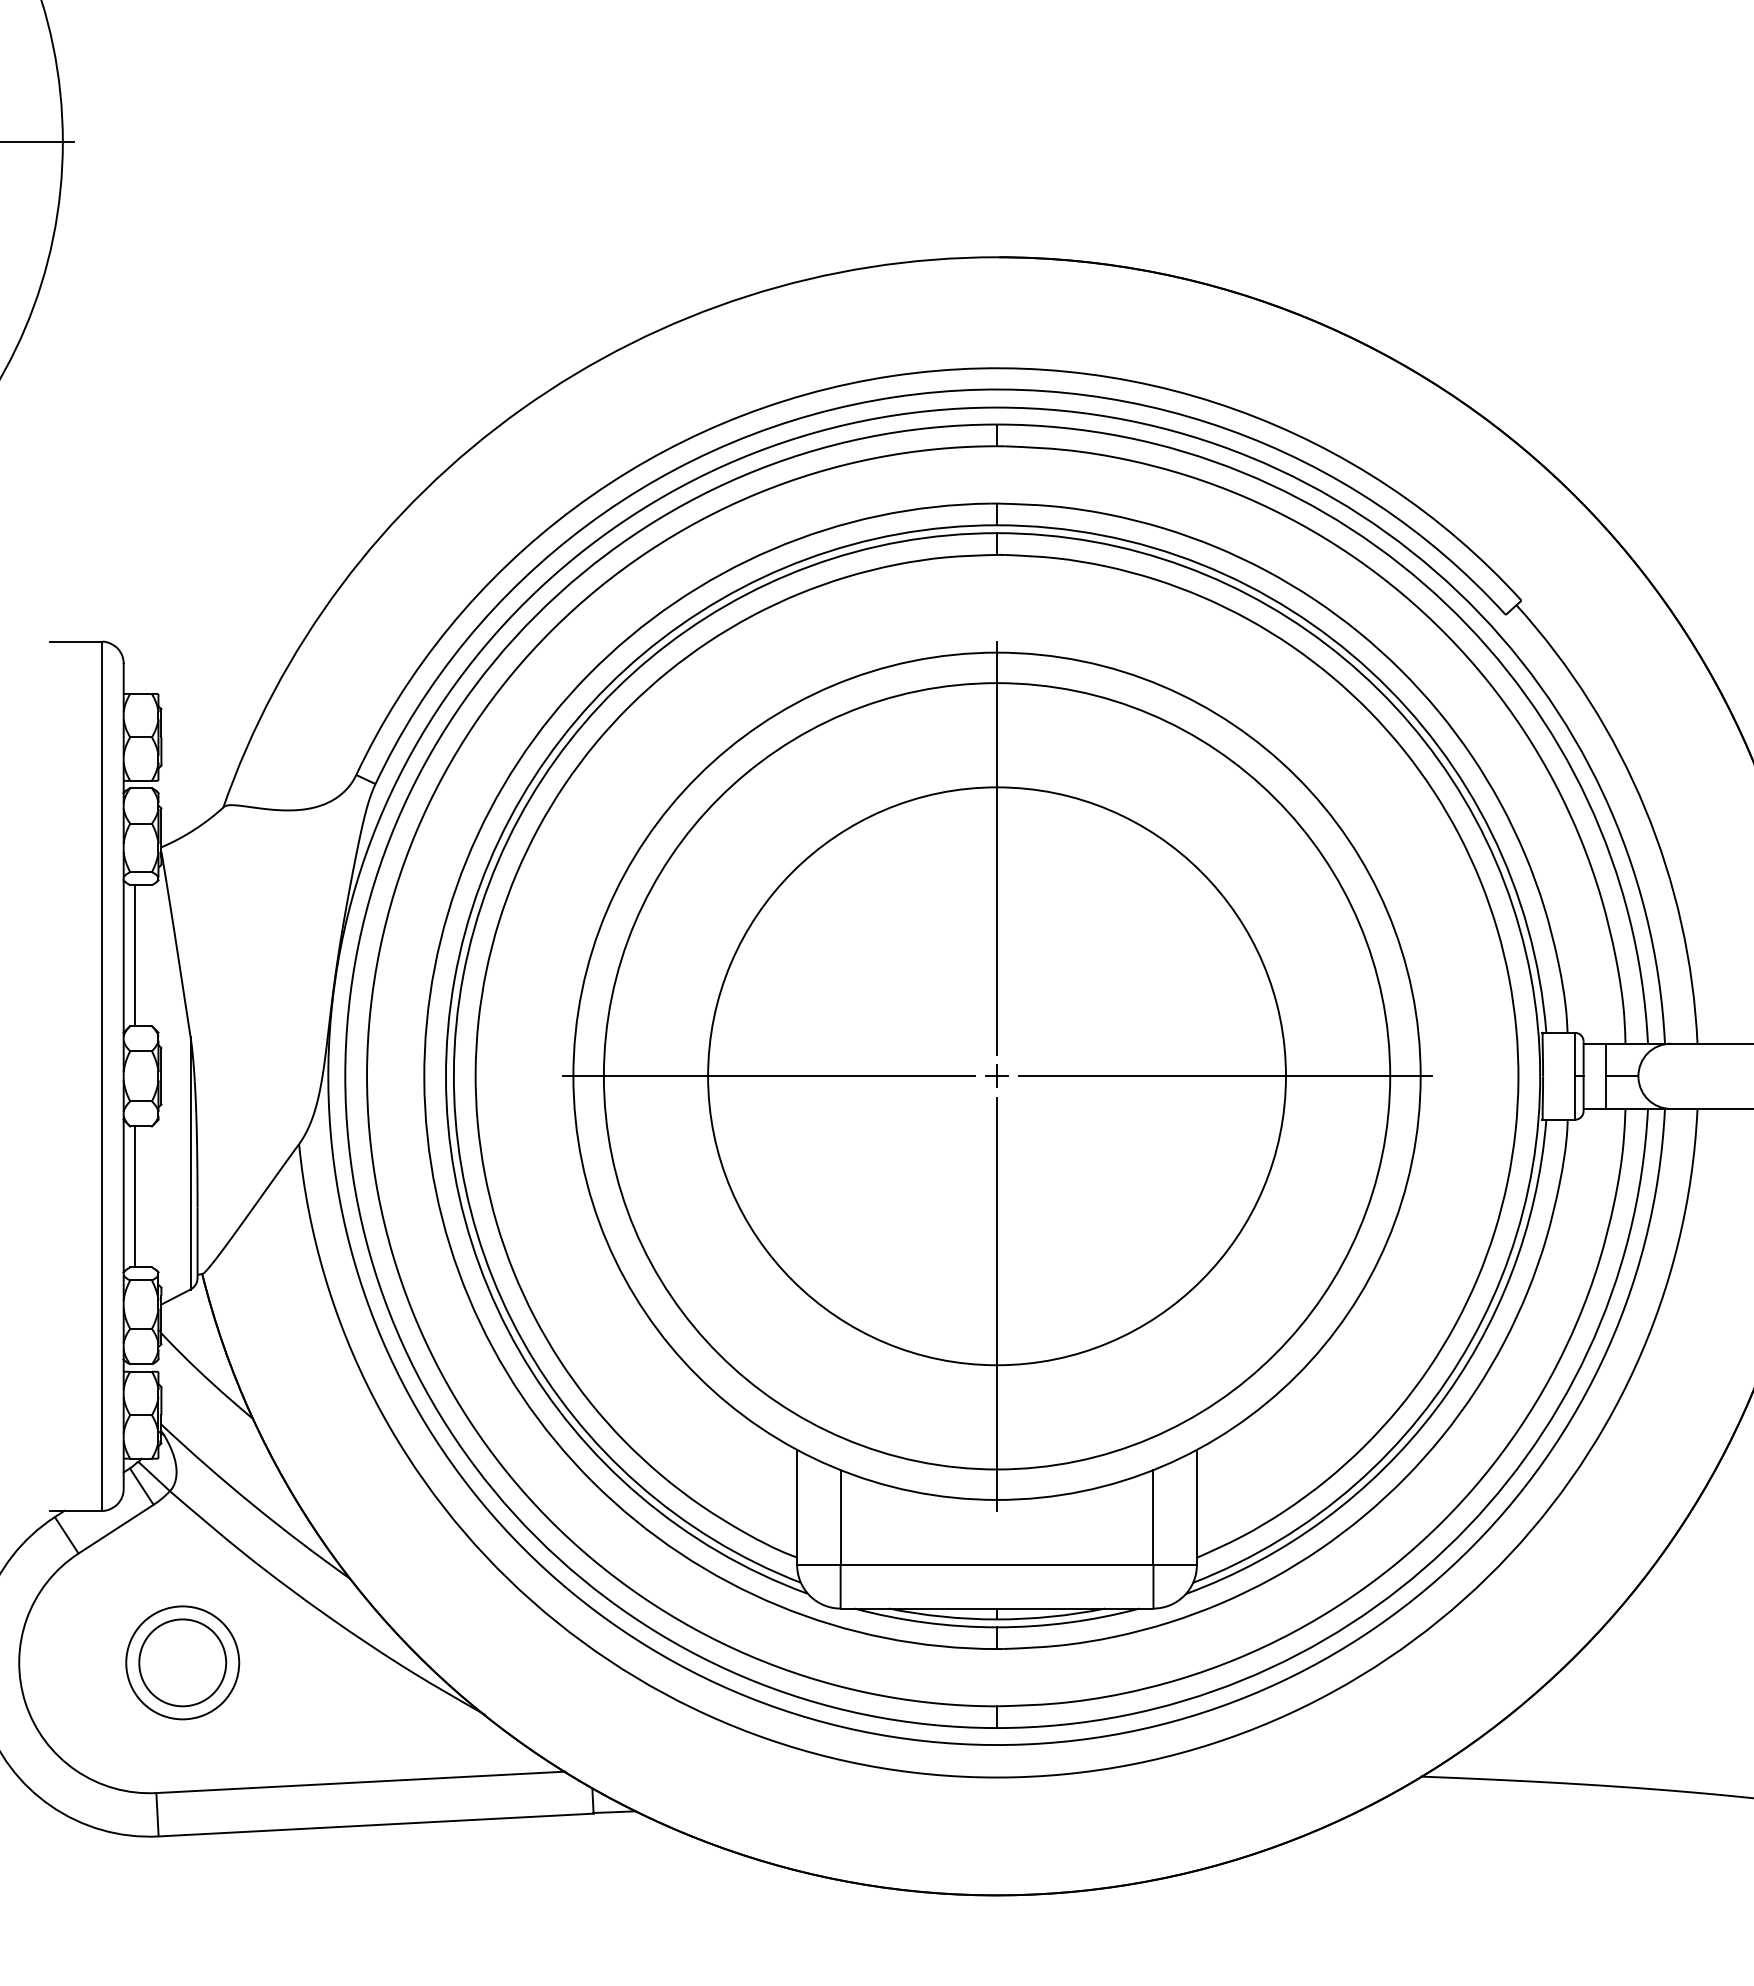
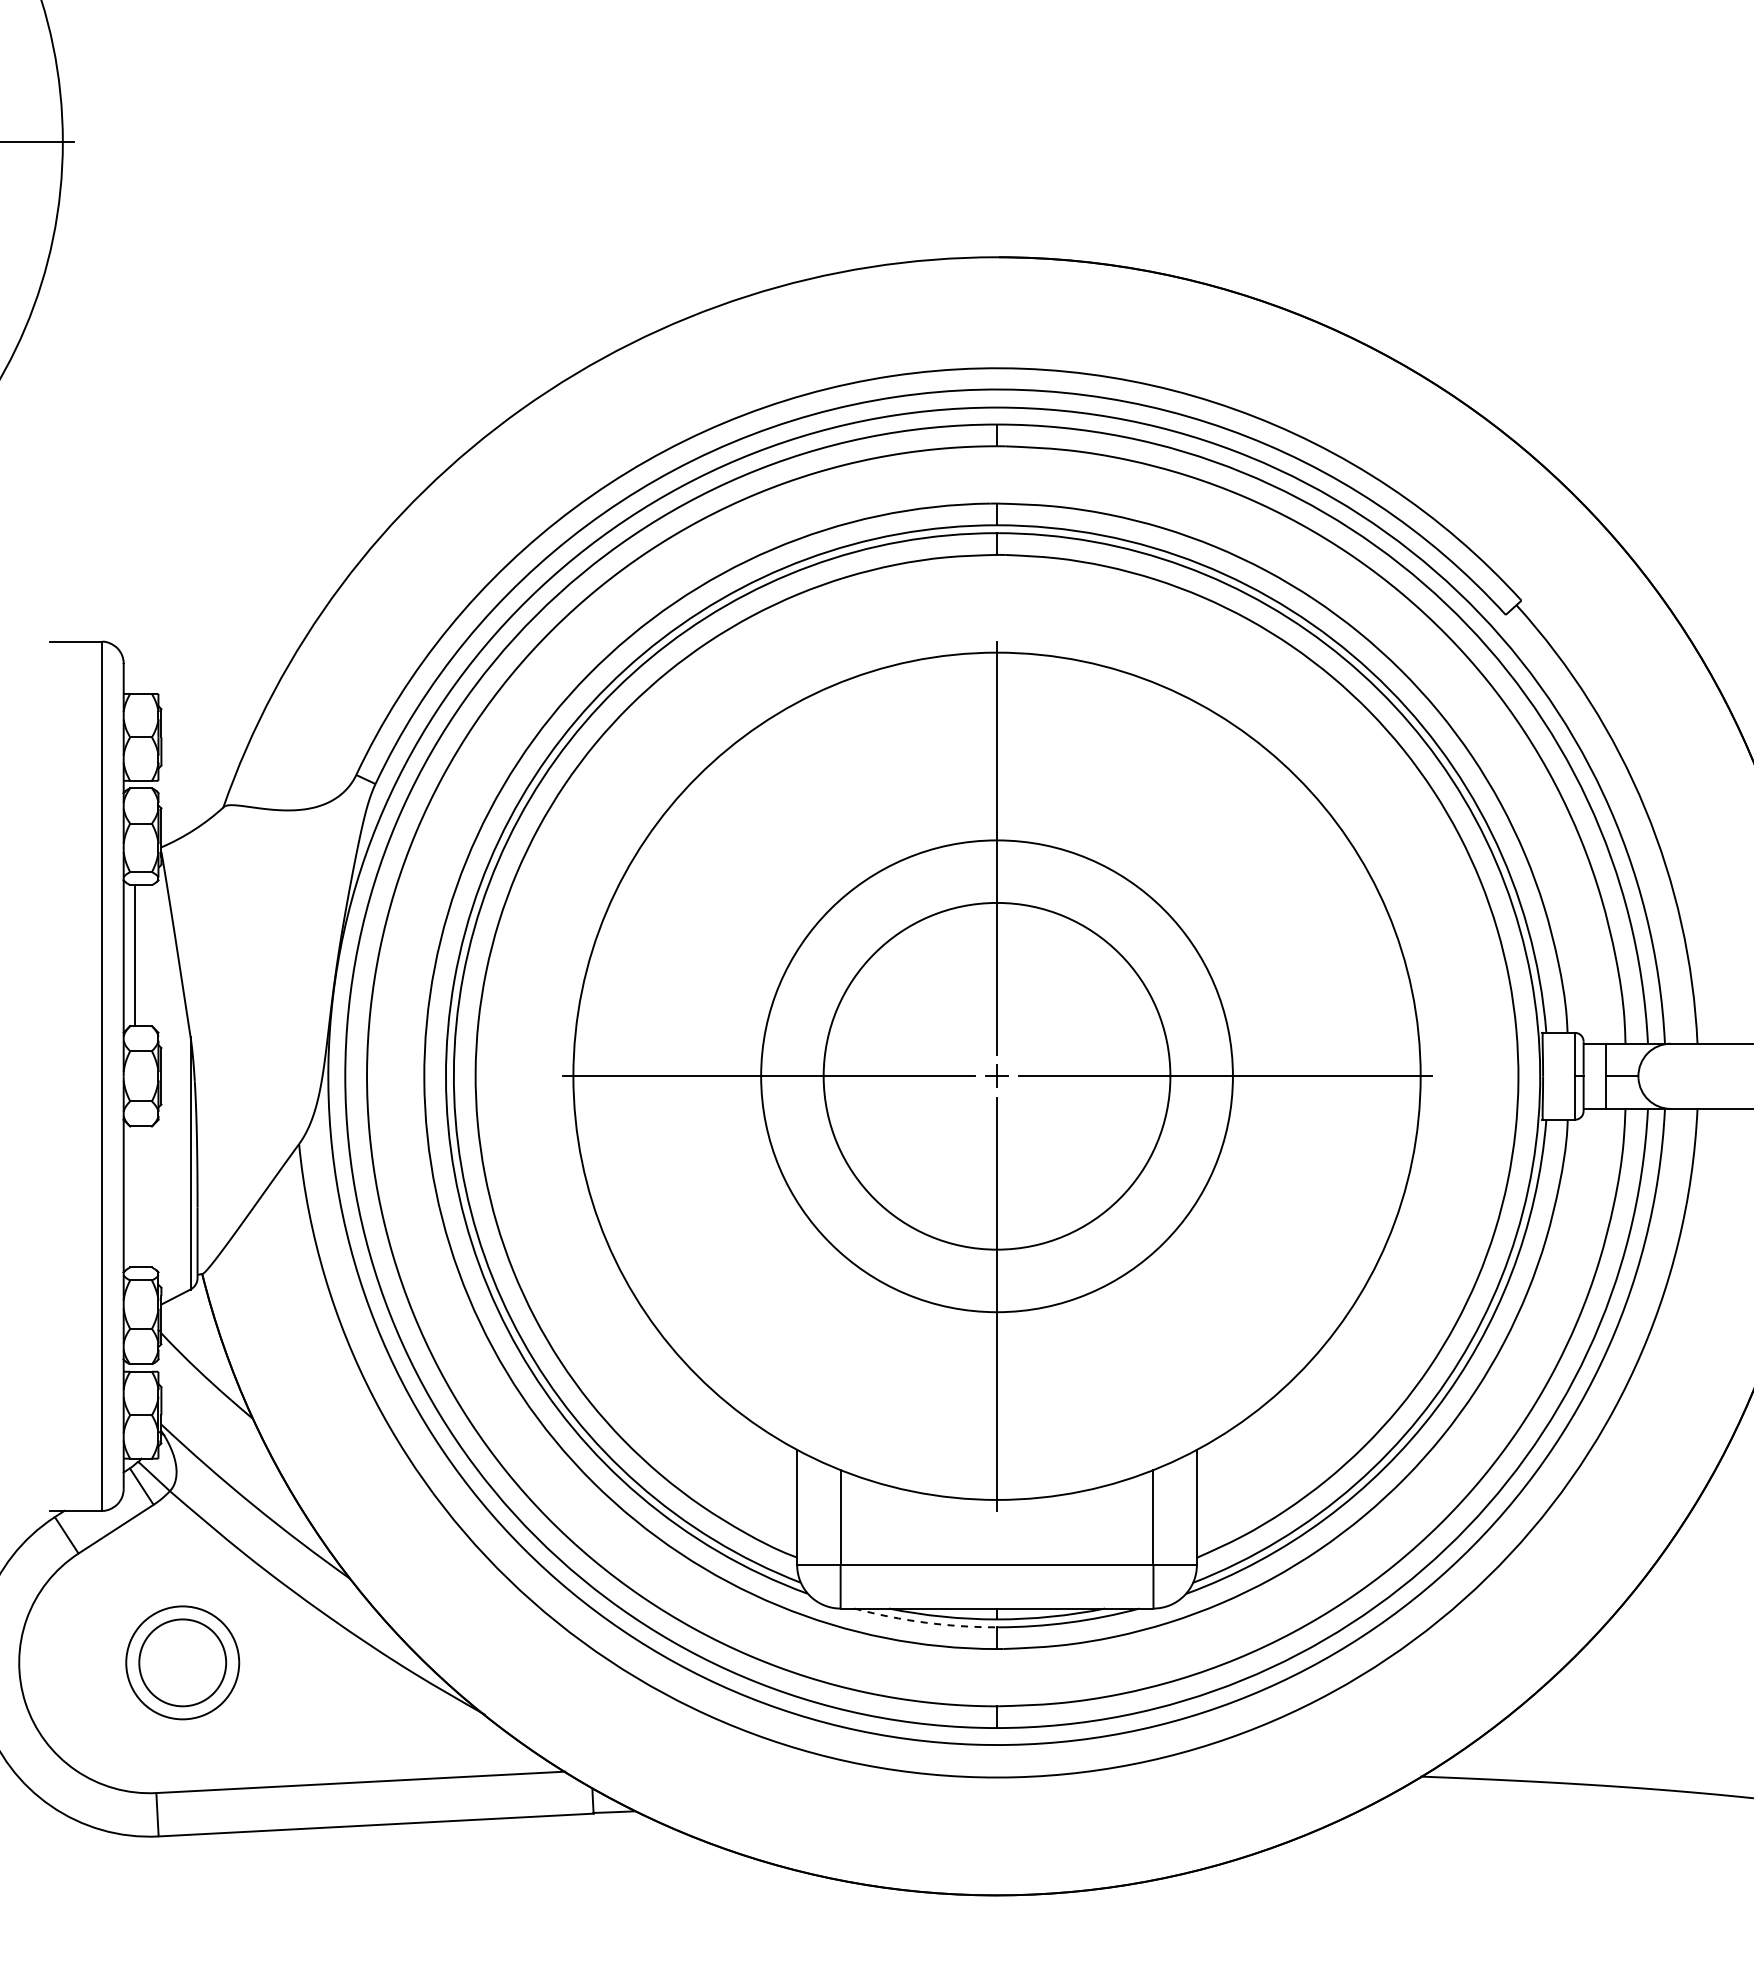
circle at (996, 1076) diameter: 578 px -> 347 px
circle at (996, 1076) diameter: 786 px -> 472 px
line at (135, 1196): present -> none
arc at (925, 1622): solid -> dashed
